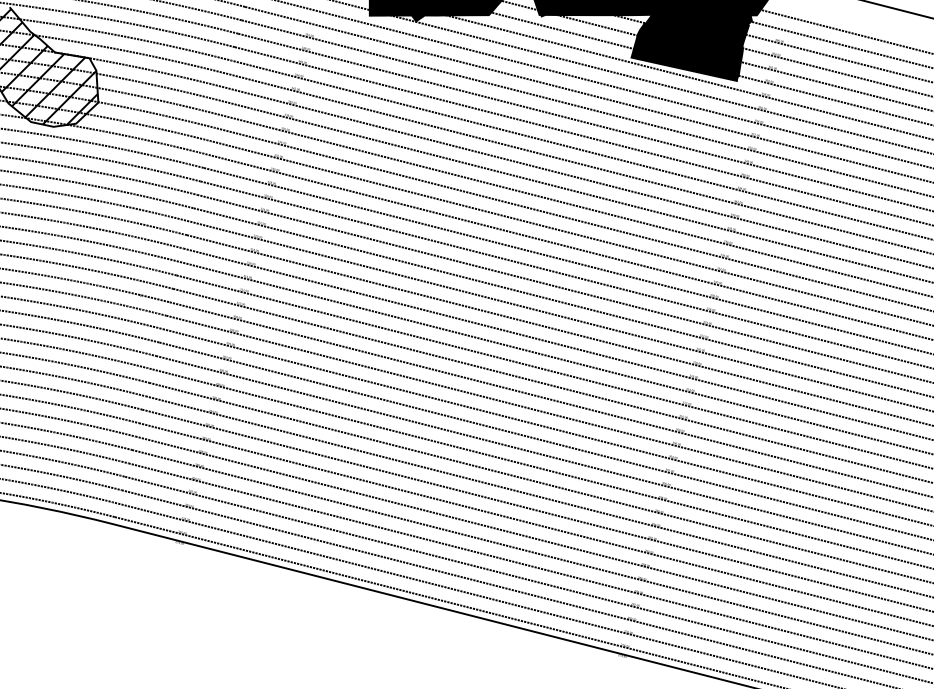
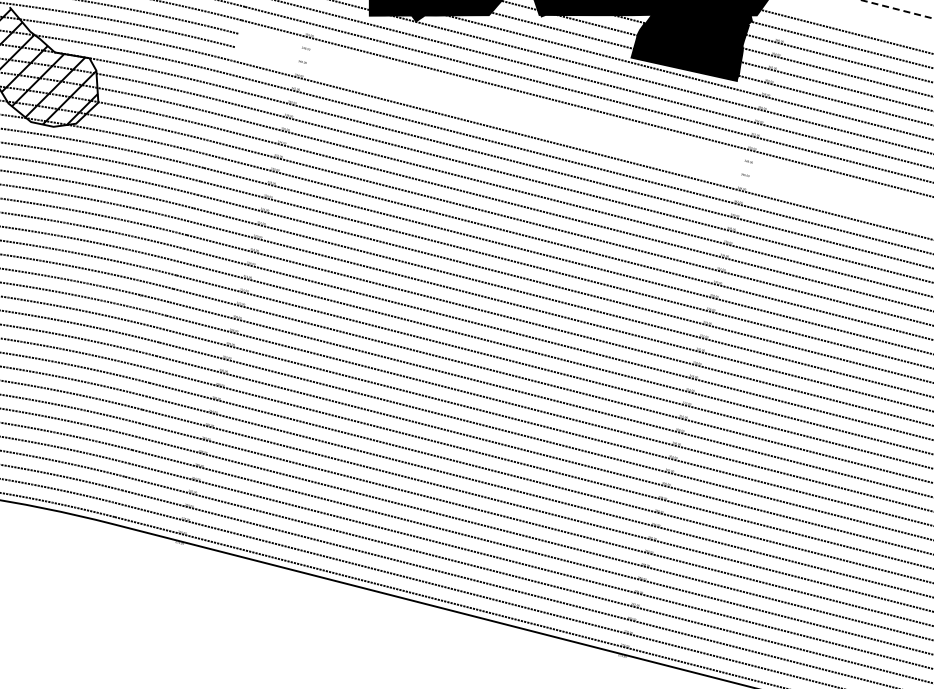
line at (897, 9): solid -> dashed
line at (584, 121): present -> none
line at (582, 135): present -> none
